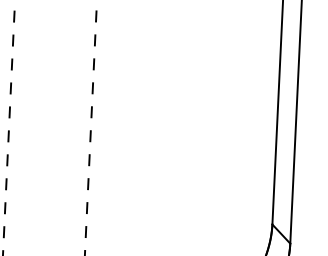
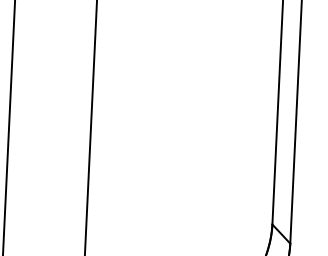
line at (9, 127): dashed -> solid
line at (90, 127): dashed -> solid
